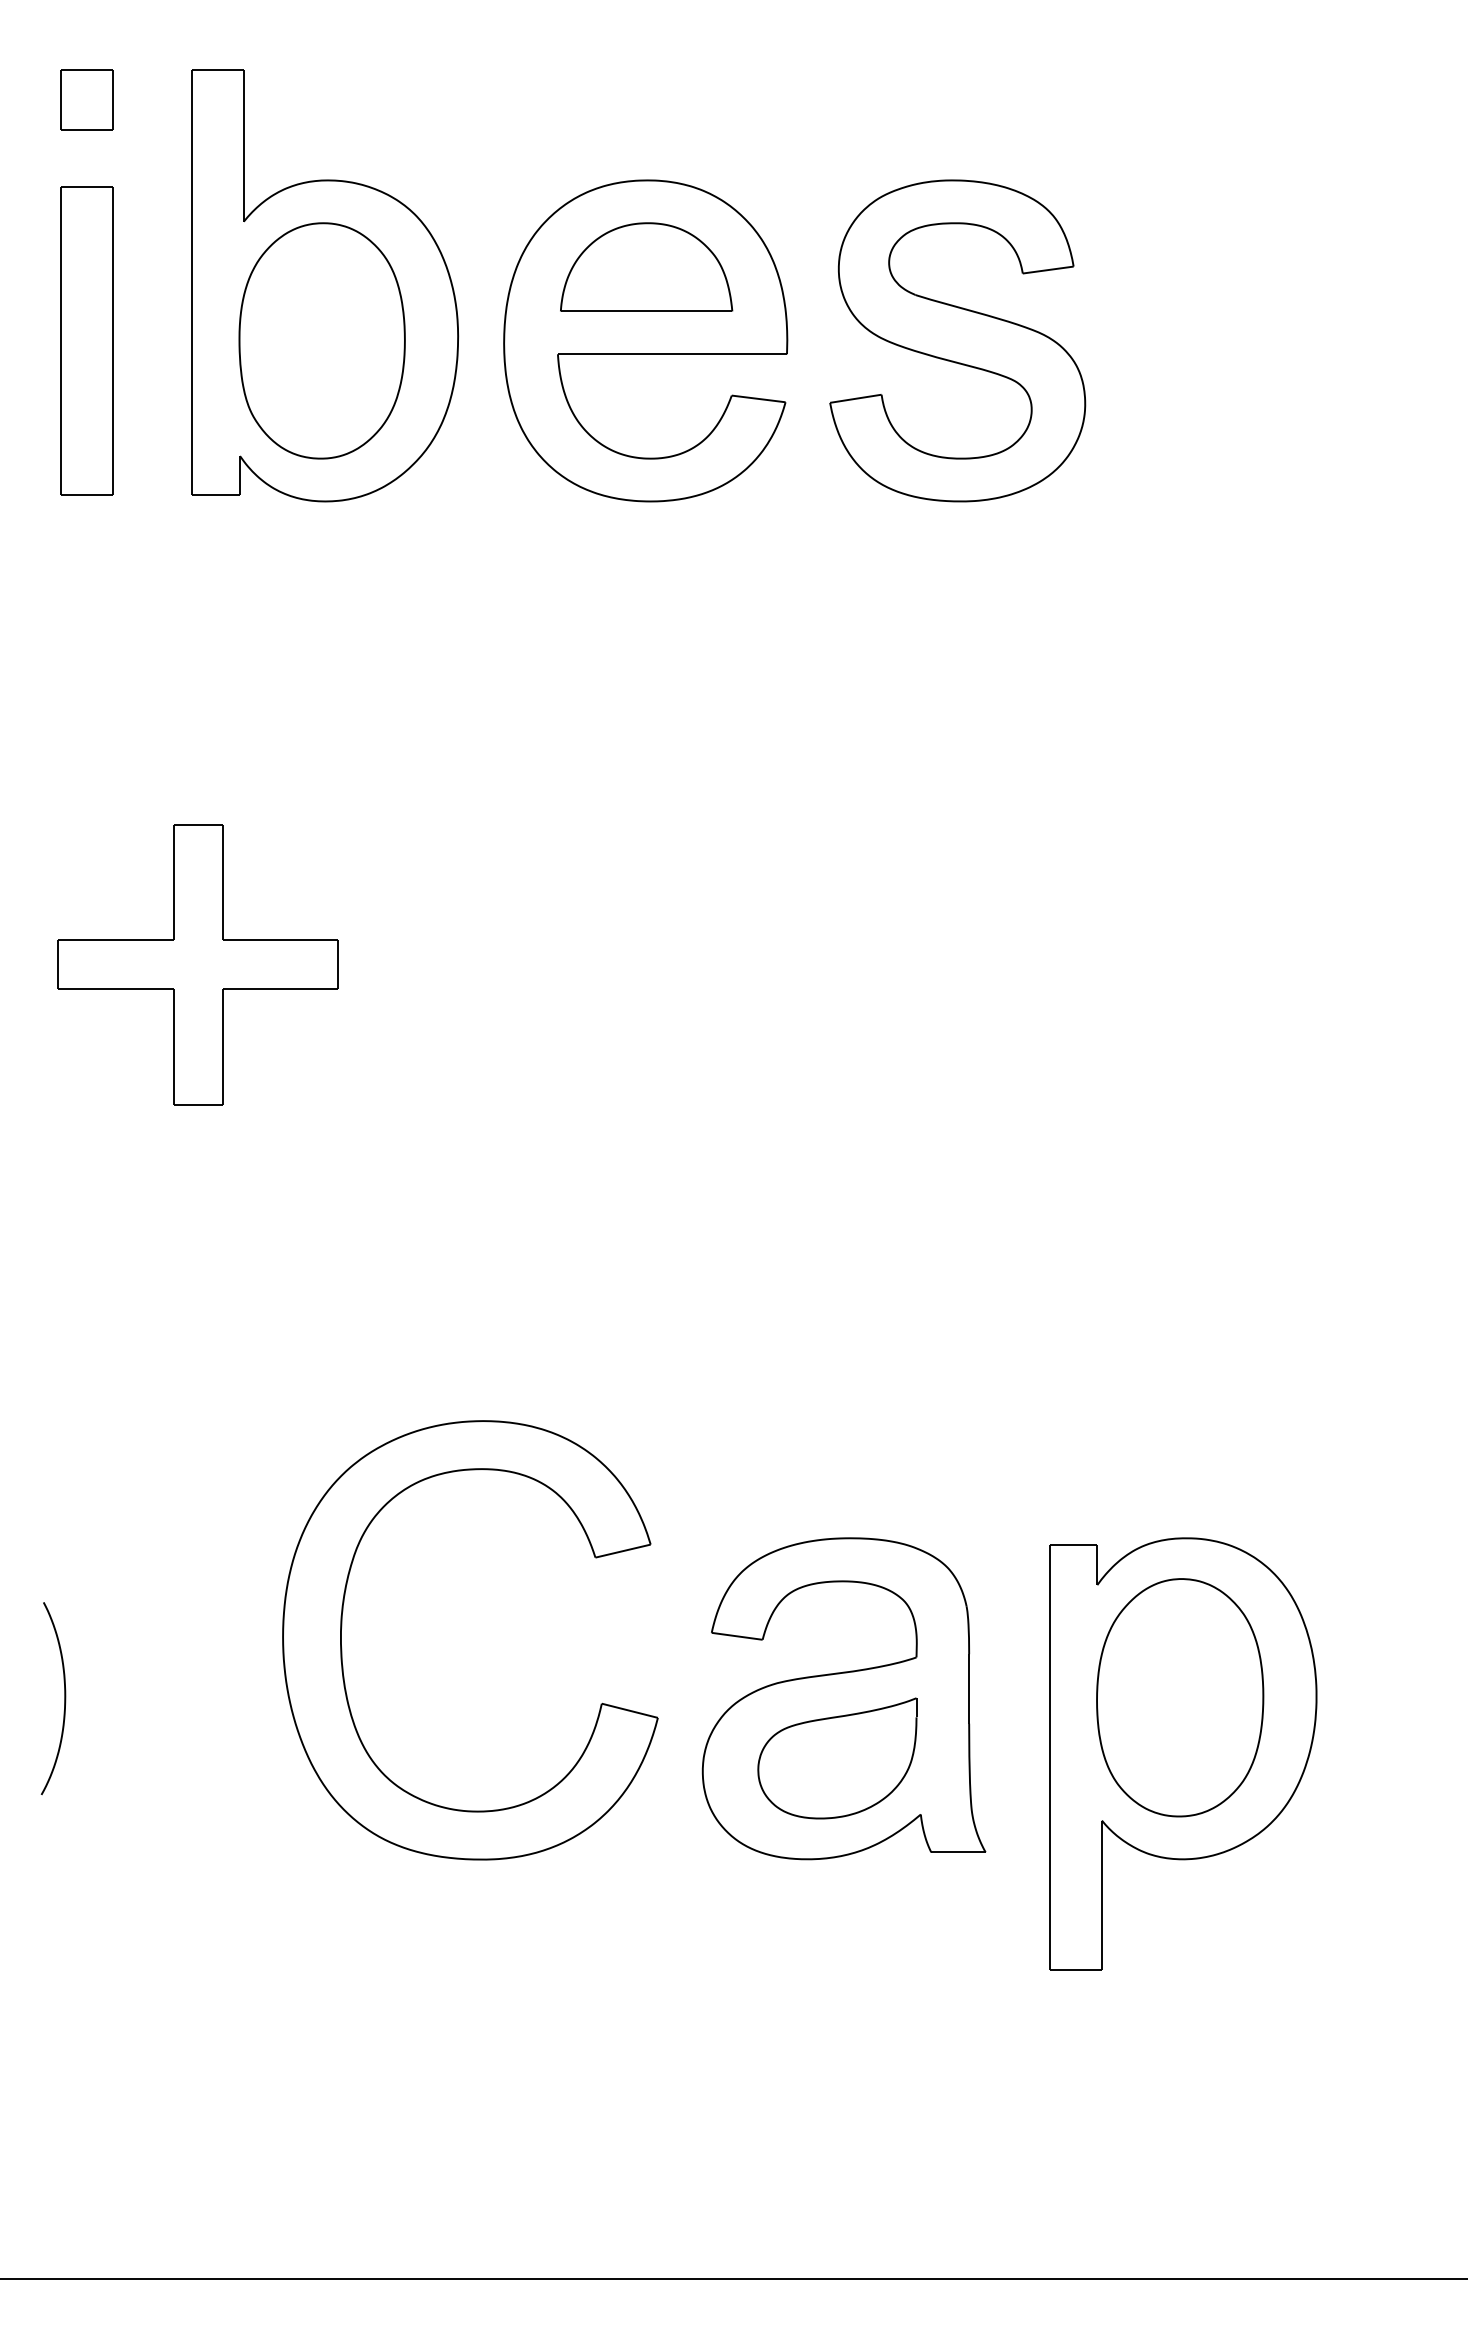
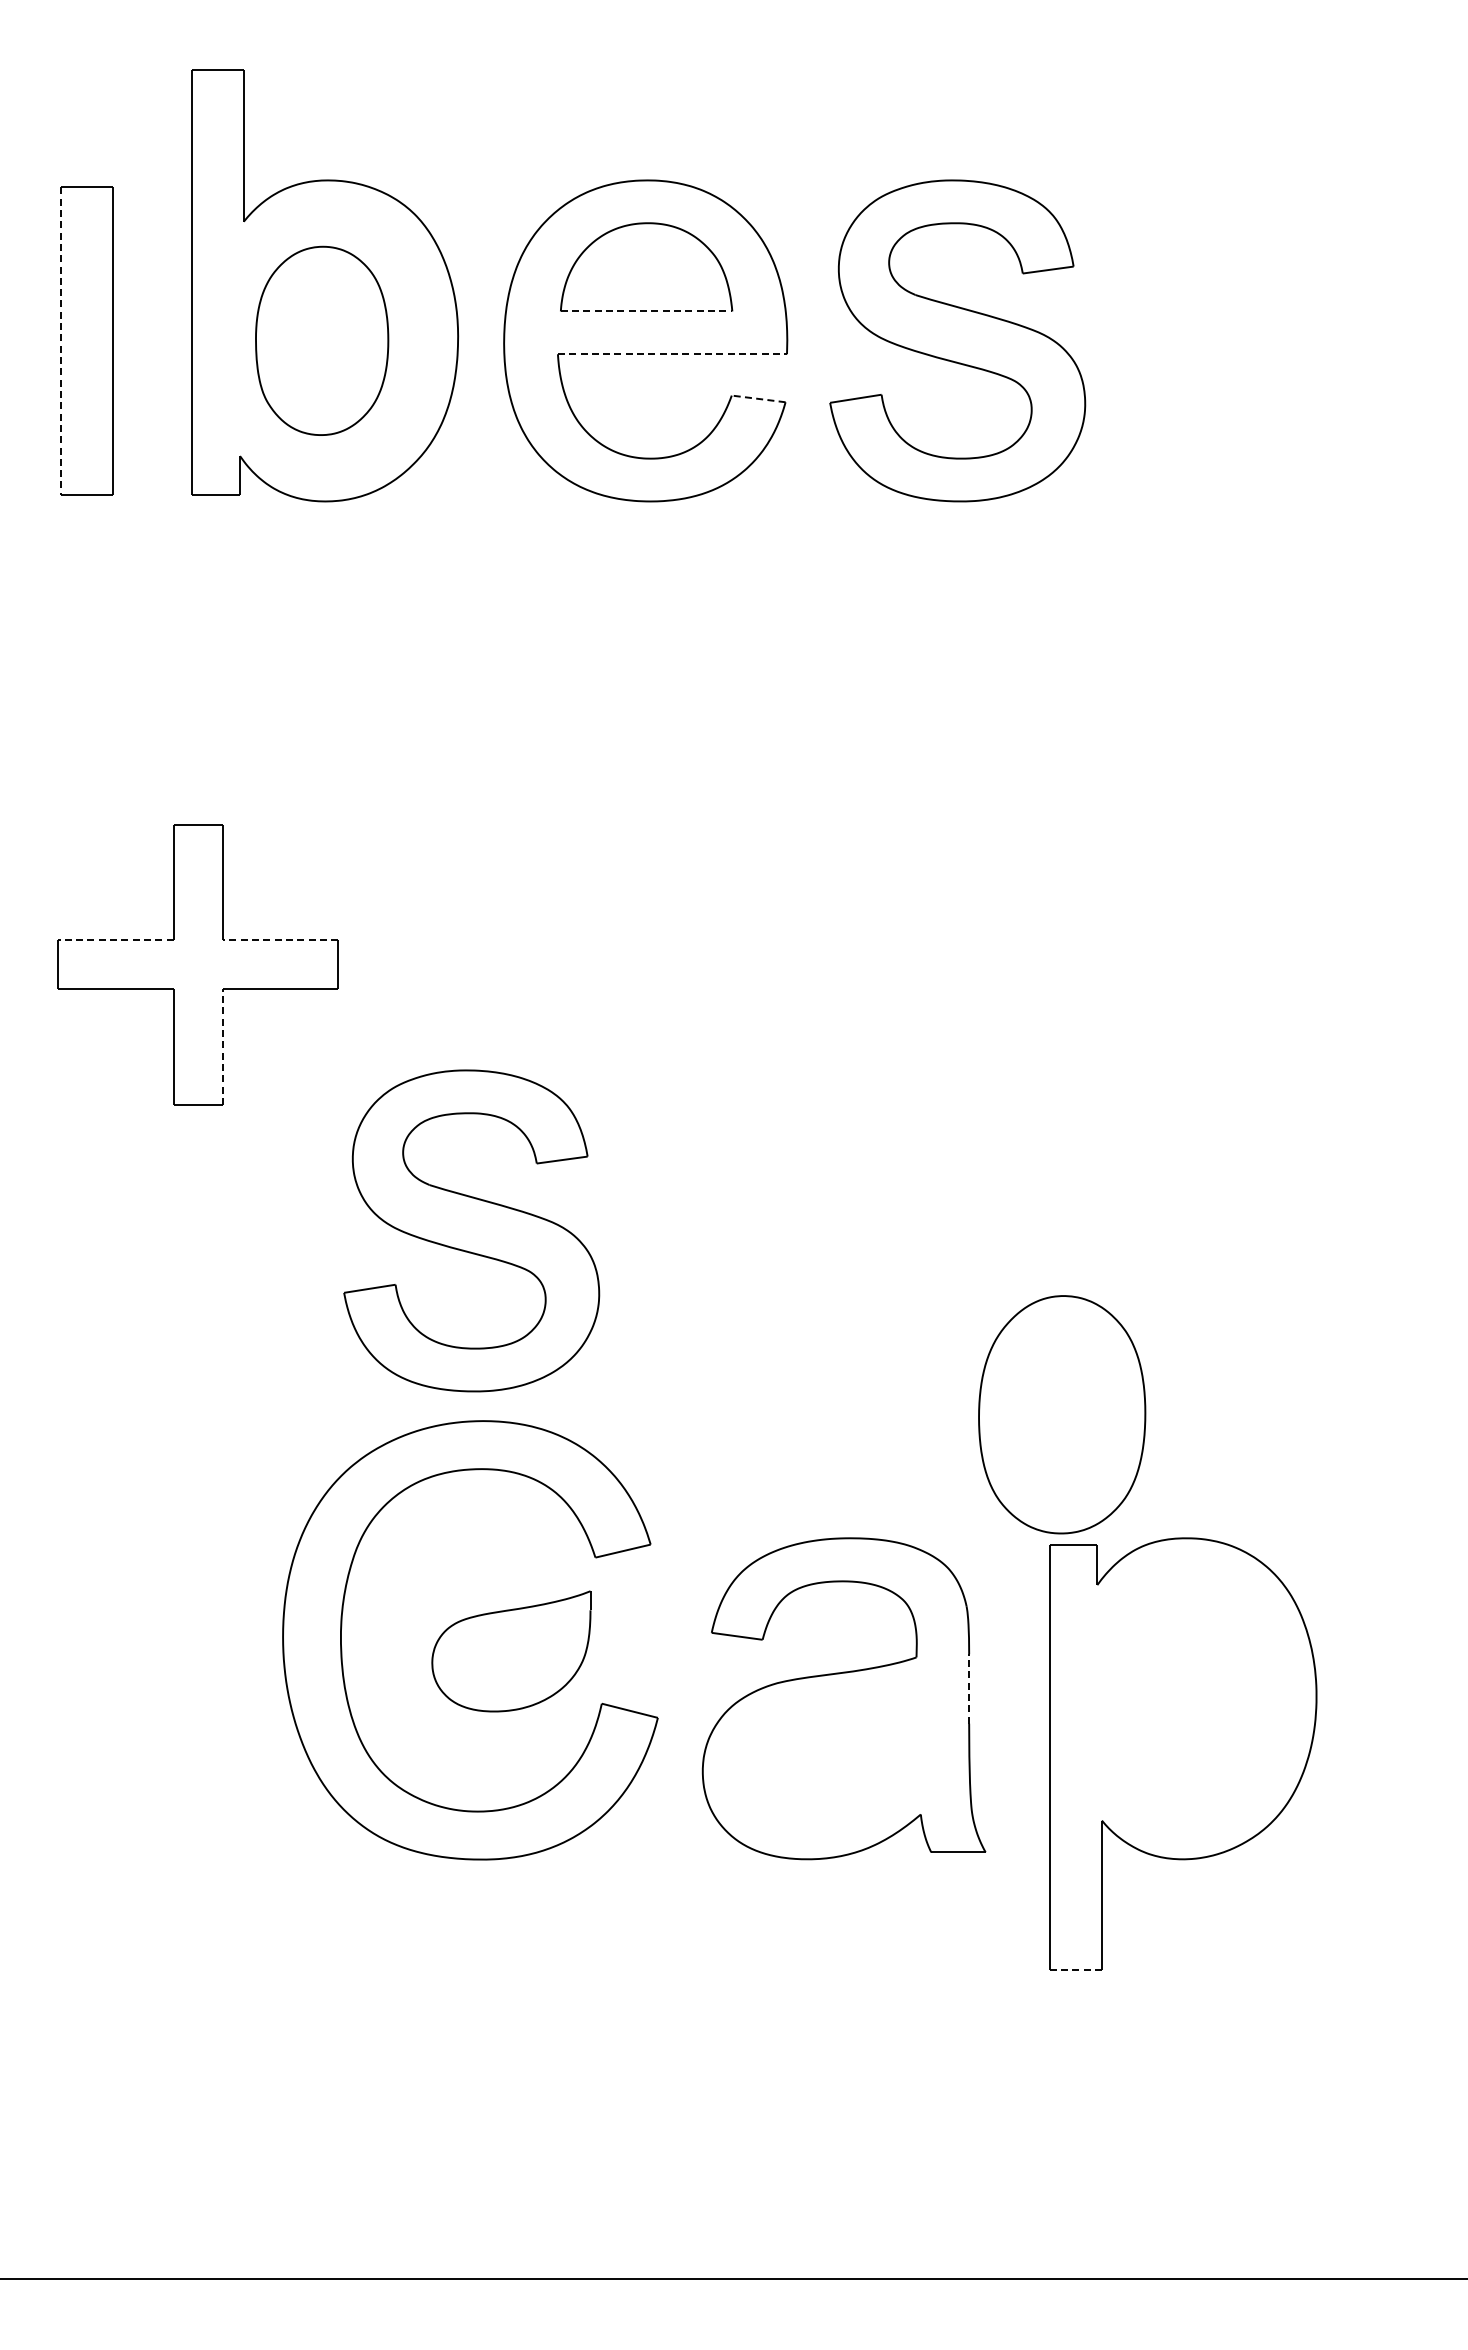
part at (86, 99): present -> none
line at (646, 311): solid -> dashed
line at (60, 340): solid -> dashed
part at (321, 340) size: 168x238 px -> 135x191 px
line at (672, 354): solid -> dashed
line at (758, 398): solid -> dashed
line at (115, 940): solid -> dashed
line at (280, 940): solid -> dashed
line at (222, 1046): solid -> dashed
part at (471, 1230): none -> present
line at (969, 1688): solid -> dashed
part at (1180, 1697) position: (1180, 1697) -> (1062, 1414)
curve at (64, 1698): present -> none
part at (837, 1758) position: (837, 1758) -> (511, 1651)
line at (1076, 1970): solid -> dashed
